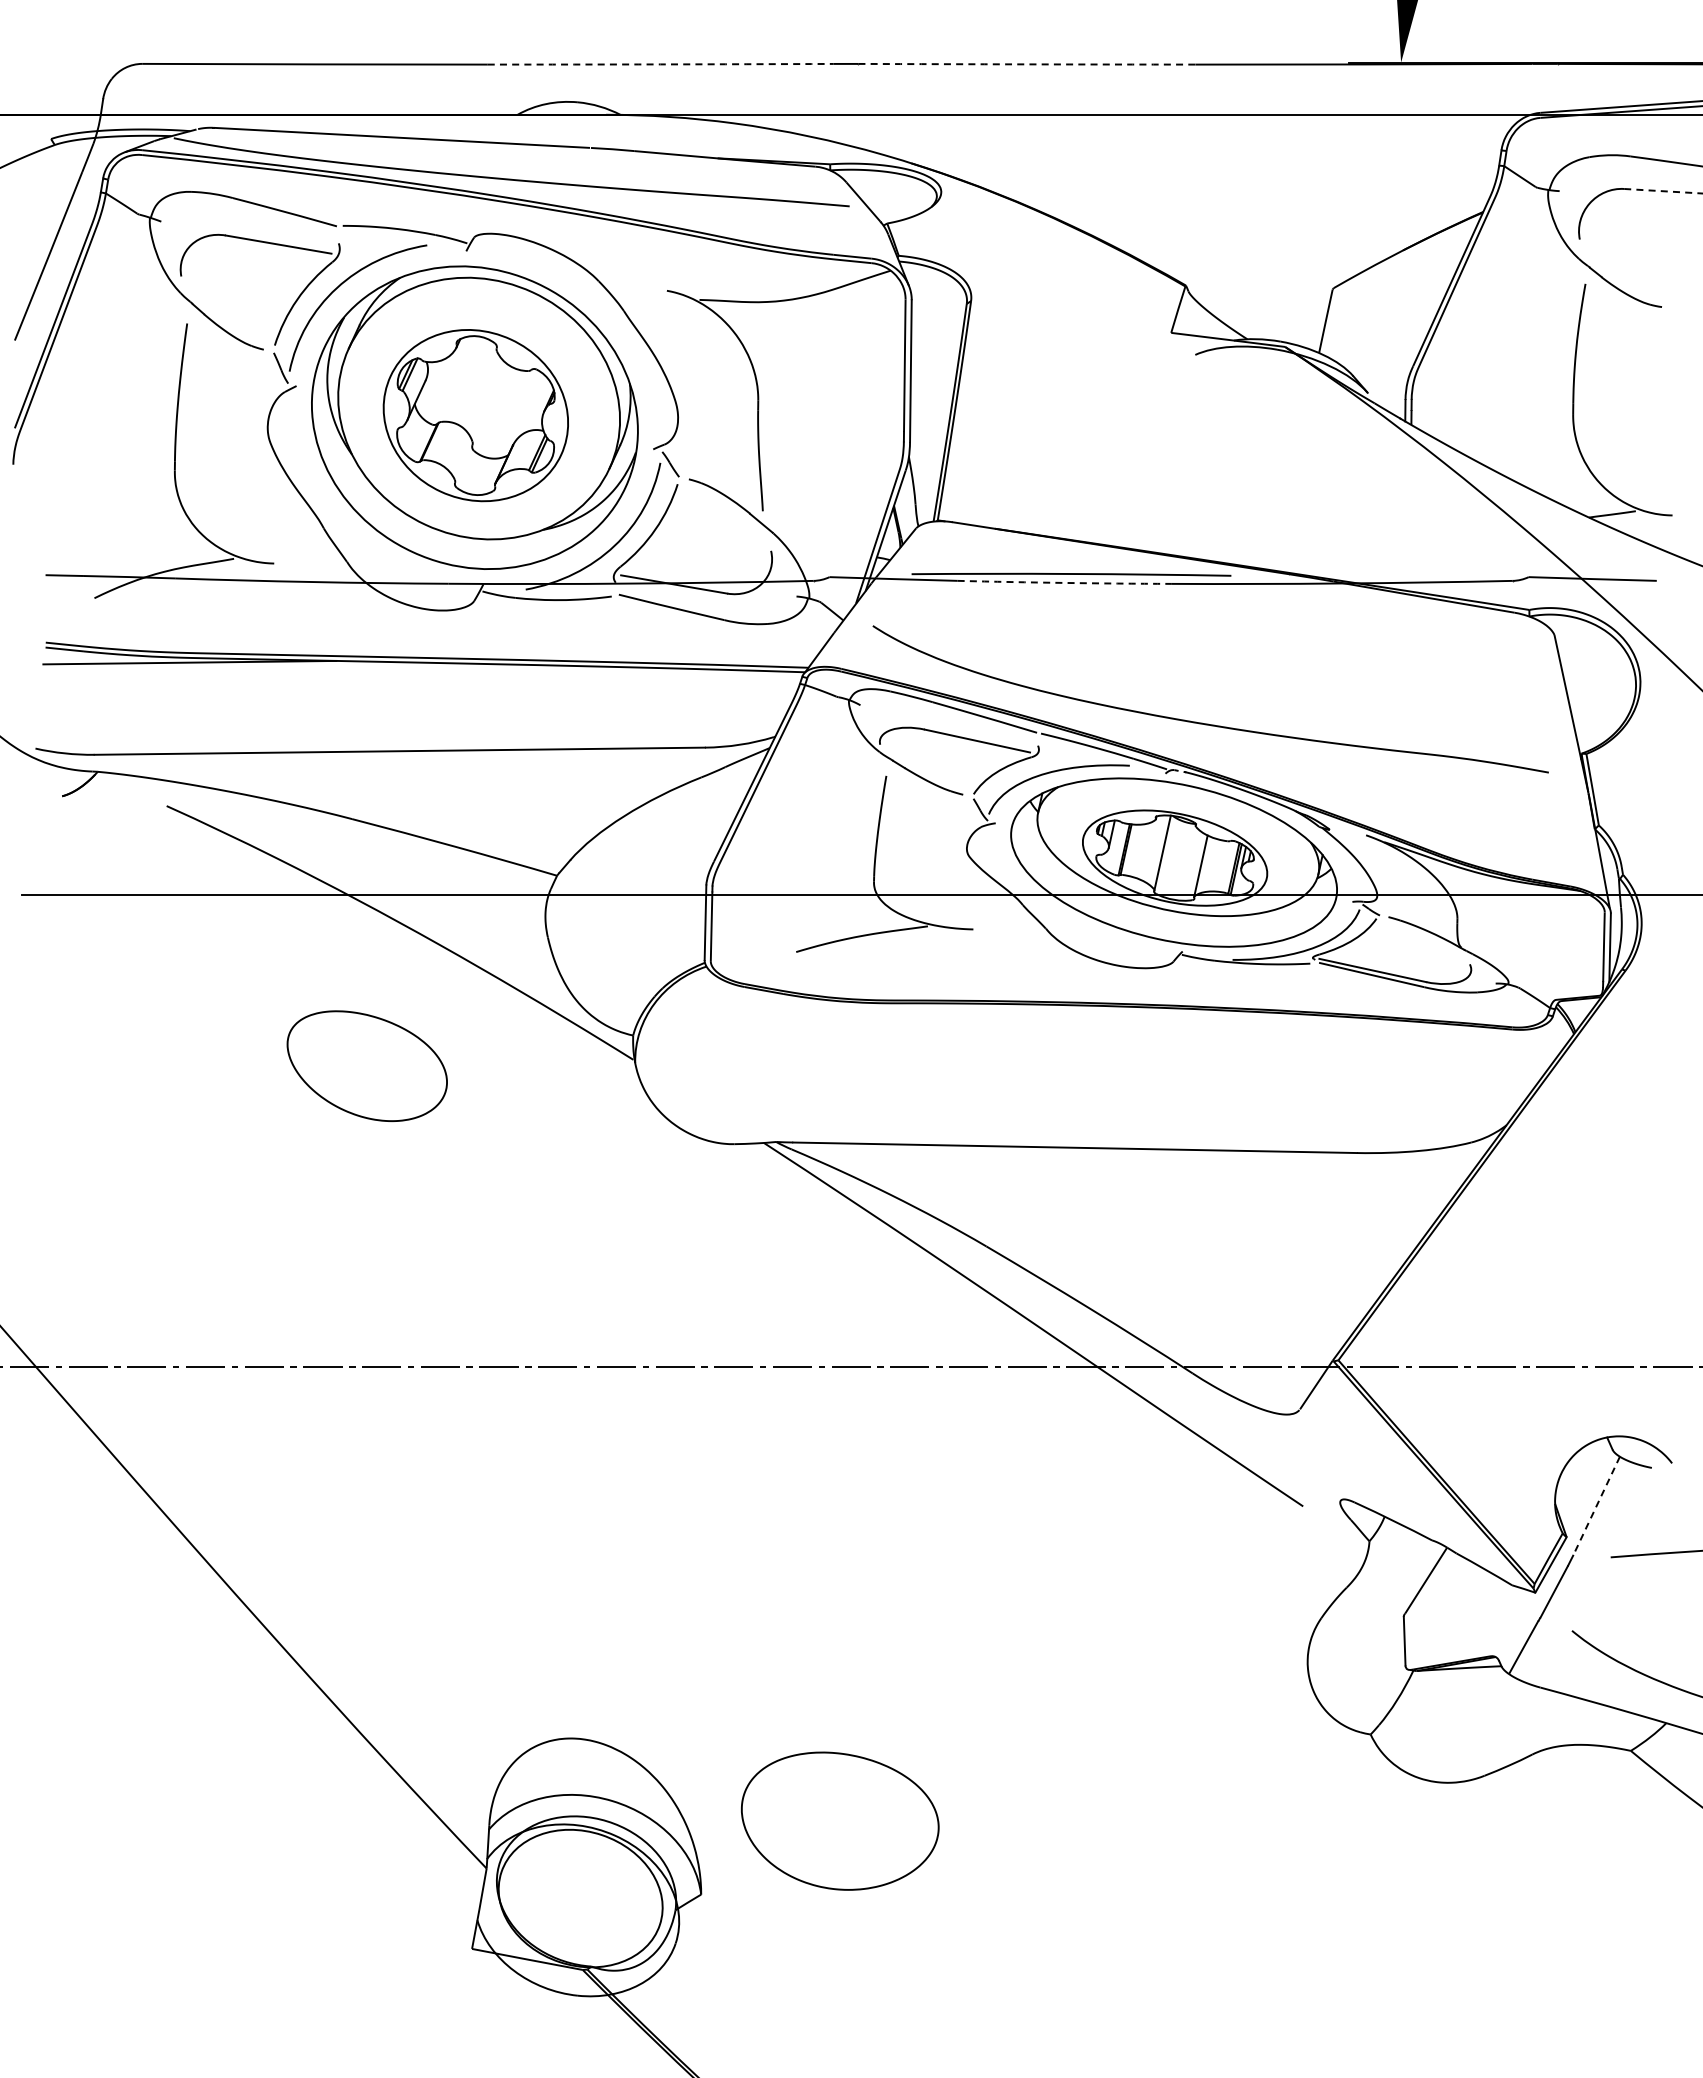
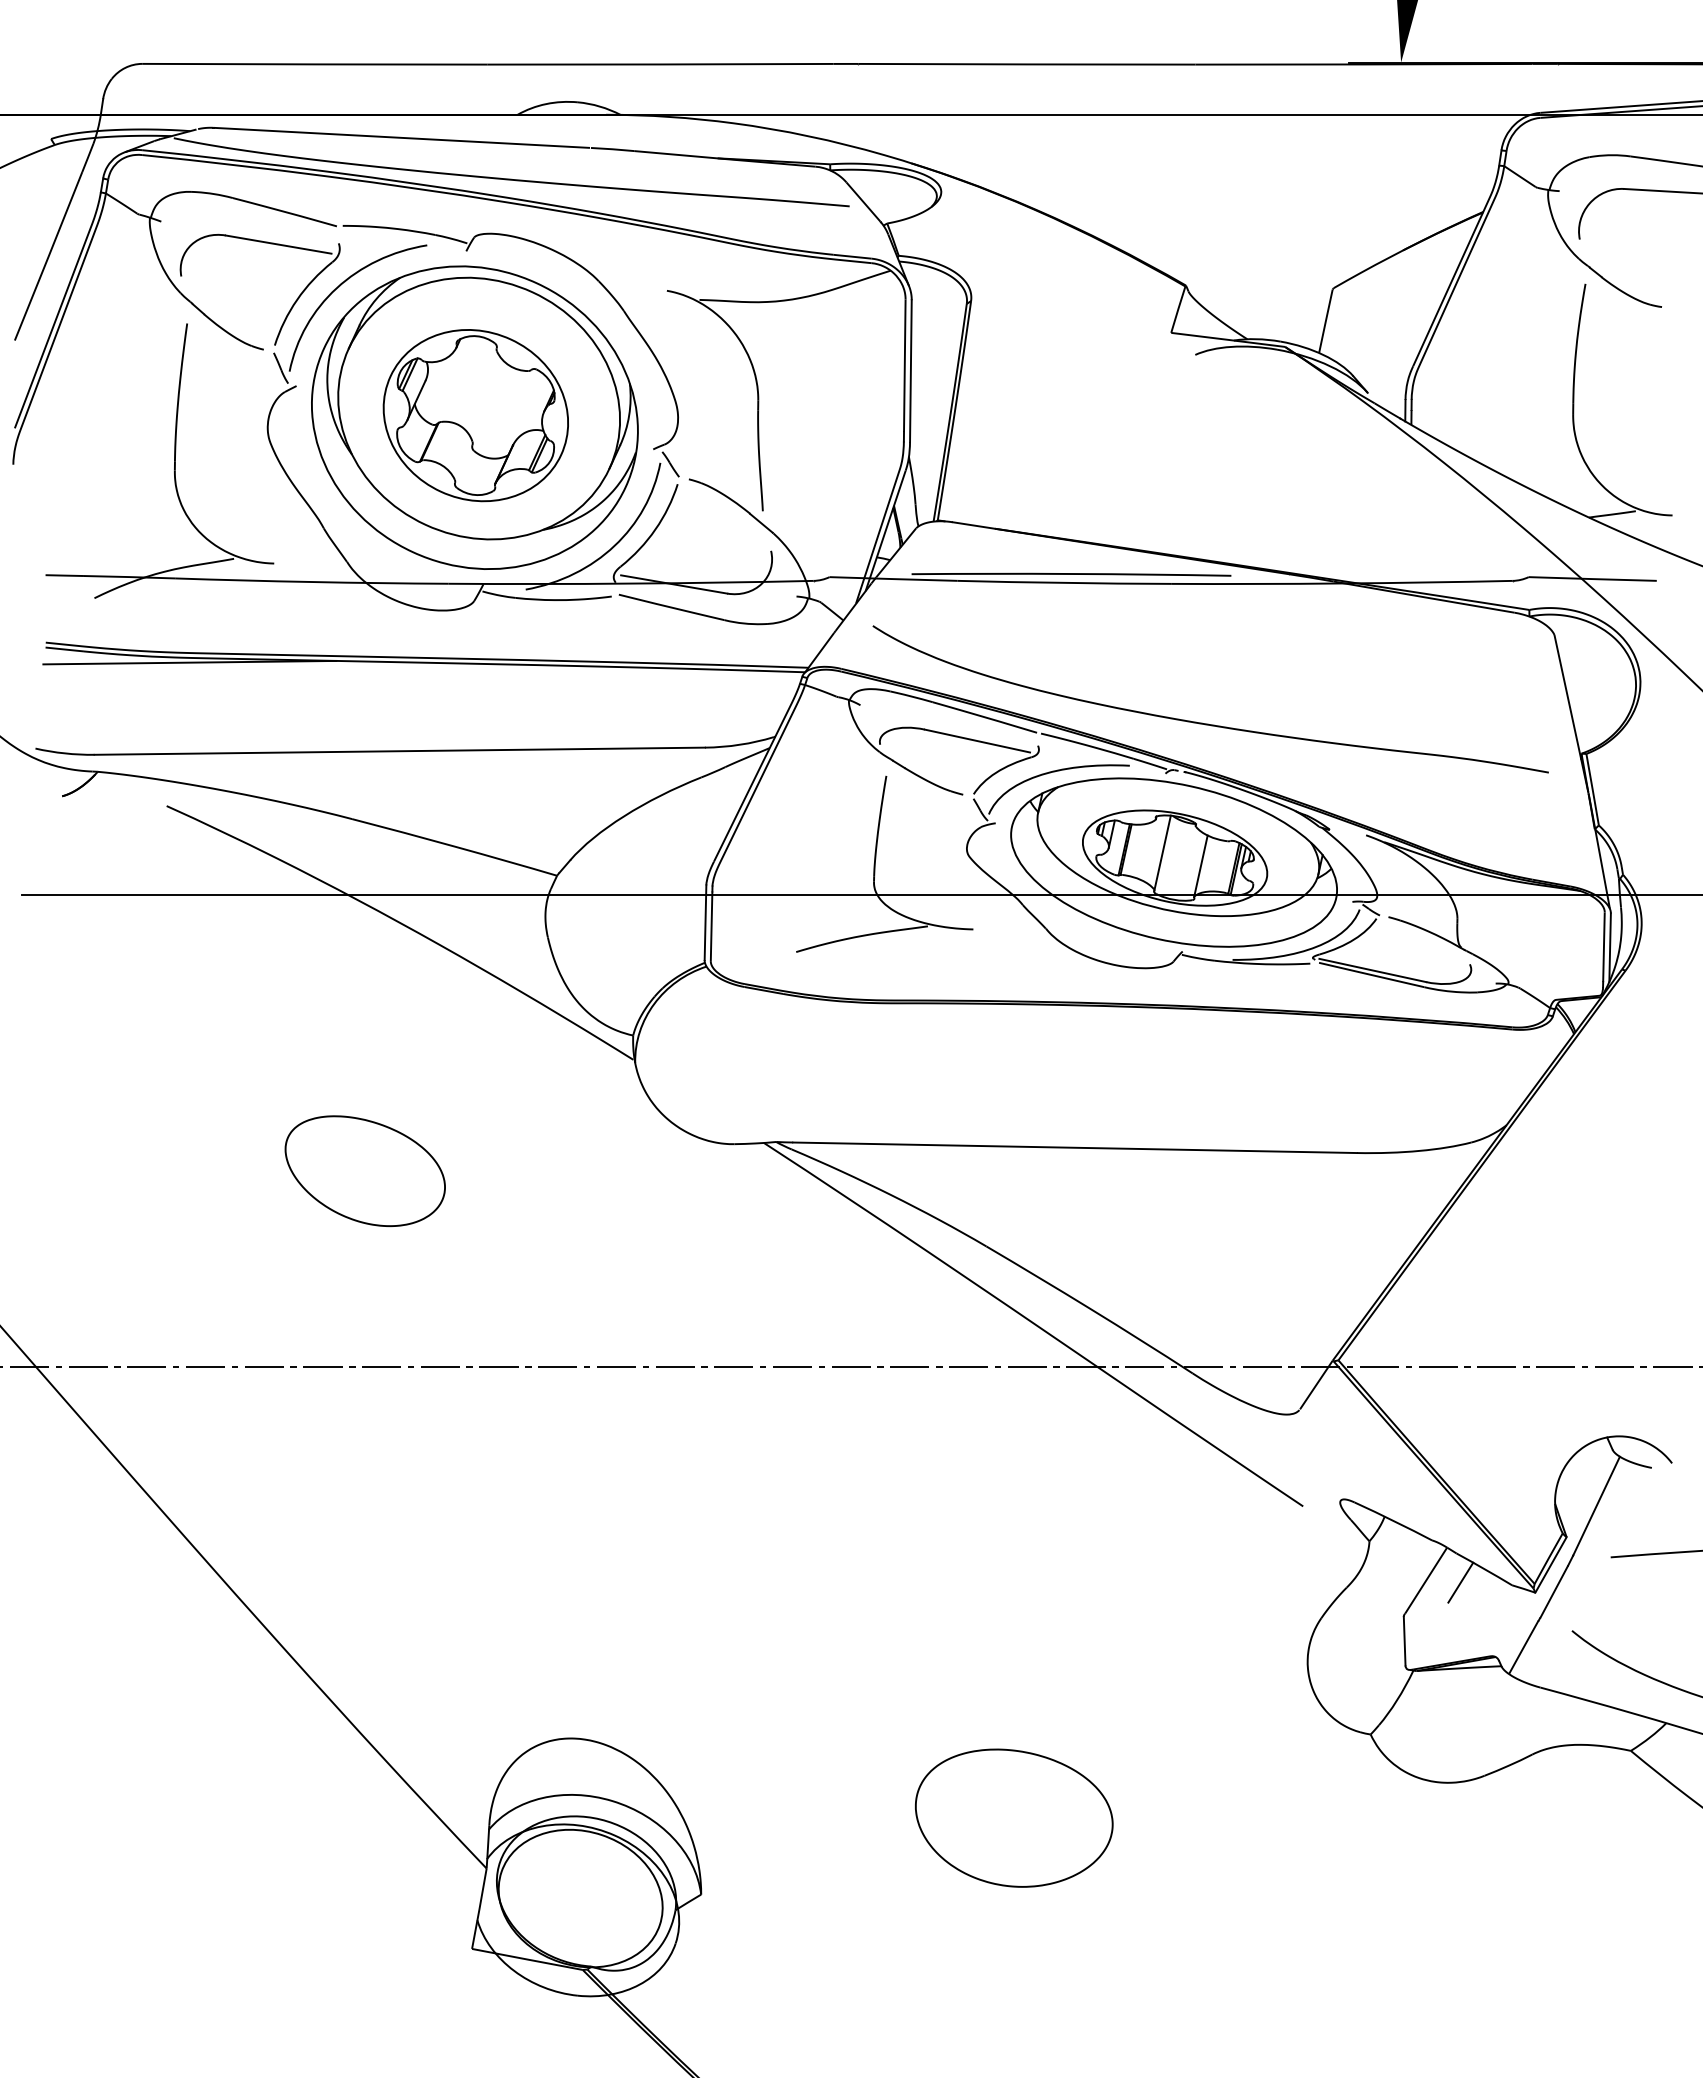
arc at (660, 64): dashed -> solid
arc at (1026, 64): dashed -> solid
line at (1663, 191): dashed -> solid
arc at (1064, 582): dashed -> solid
part at (366, 1065) position: (366, 1065) -> (364, 1170)
line at (1596, 1506): dashed -> solid
line at (1460, 1582): none -> present
part at (840, 1820) position: (840, 1820) -> (1014, 1817)
